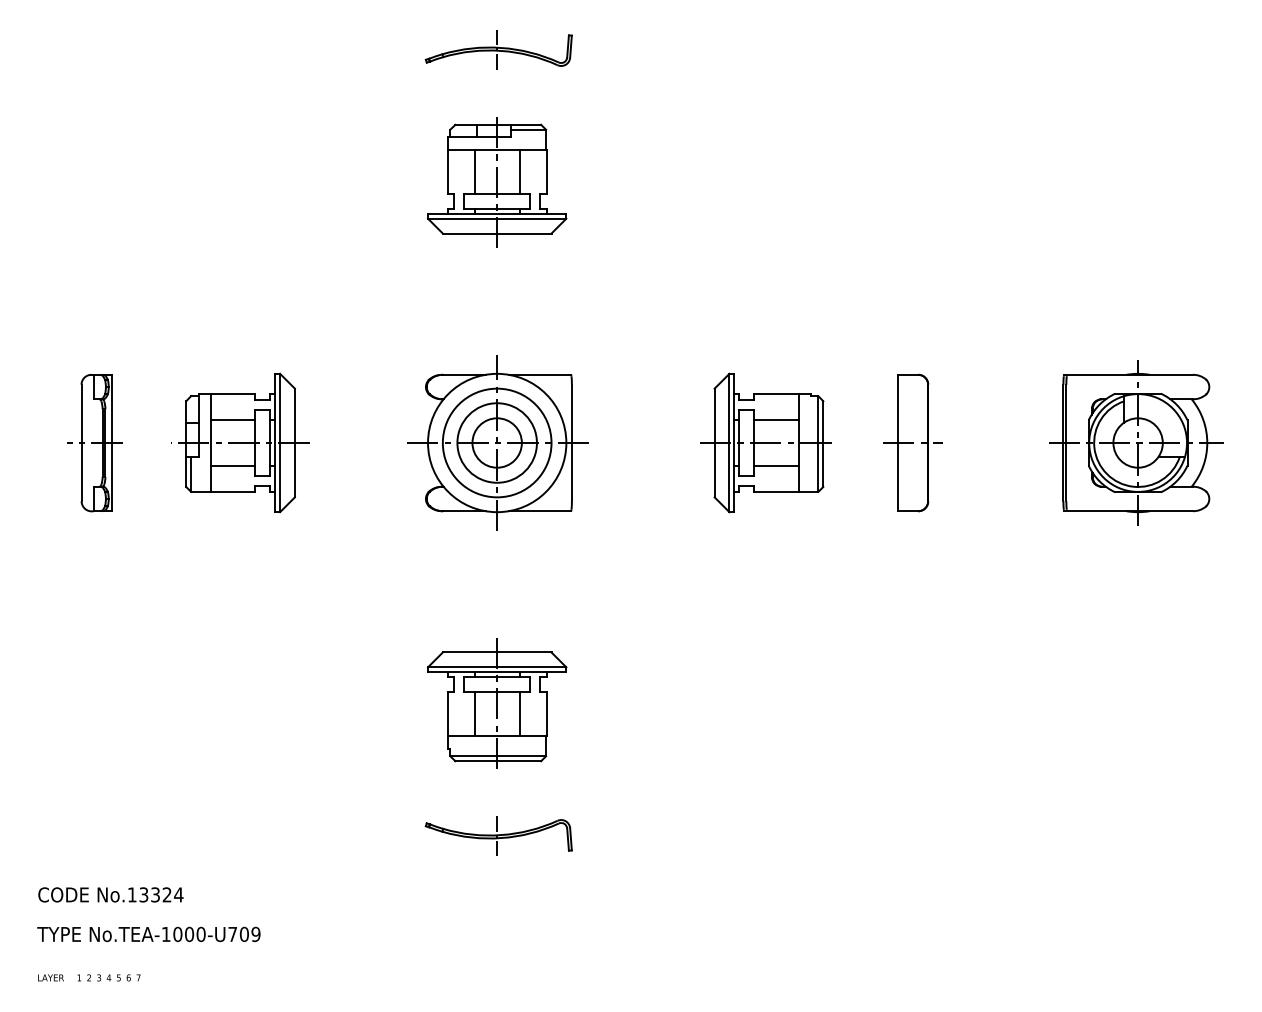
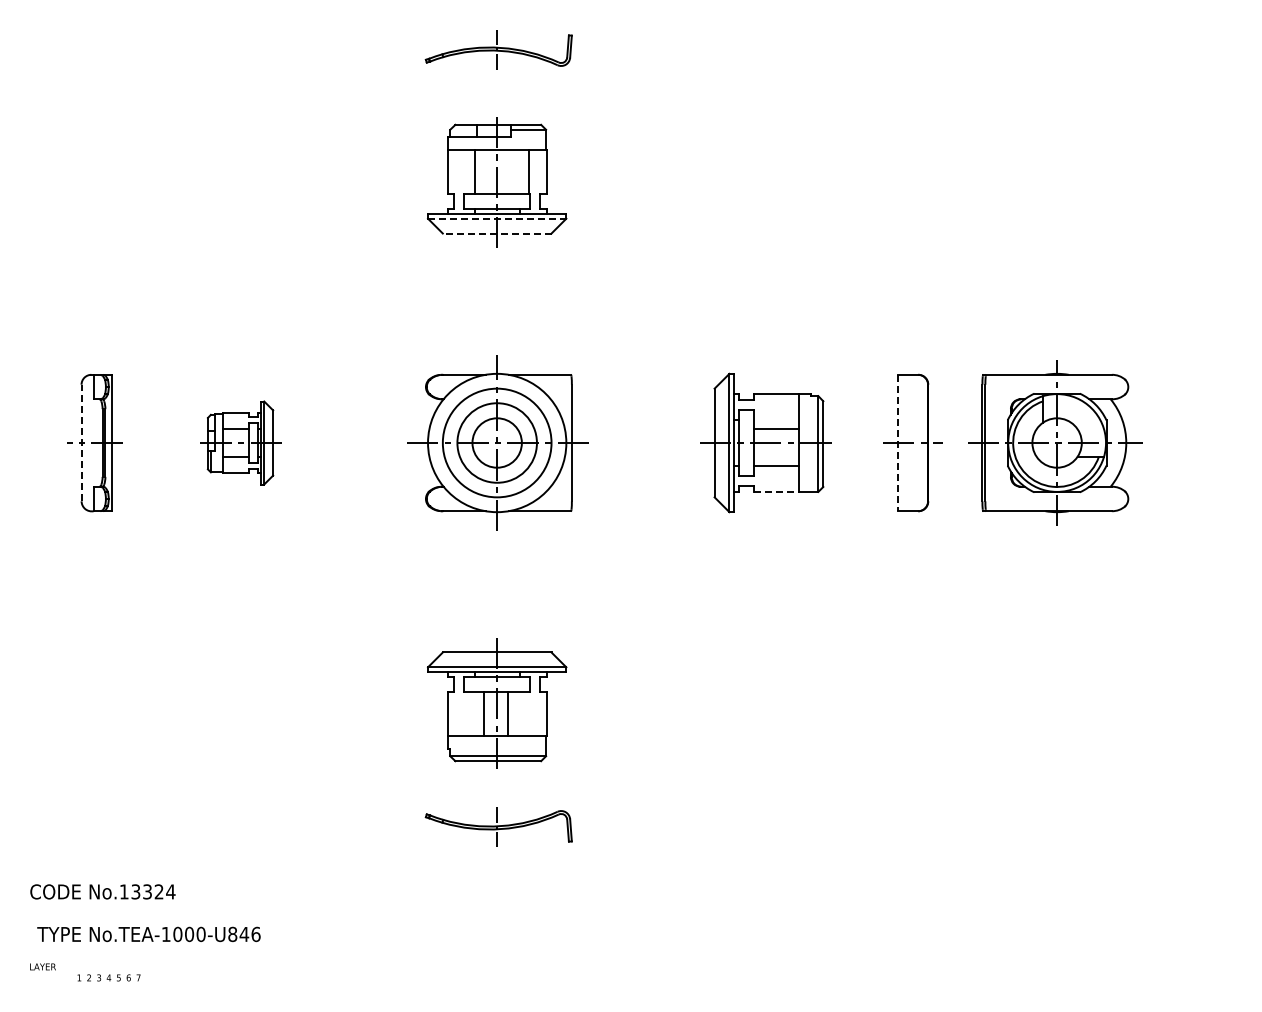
line at (519, 171) position: (519, 171) -> (528, 171)
line at (497, 218): solid -> dashed
line at (496, 233): solid -> dashed
line at (776, 420) position: (776, 420) -> (776, 429)
line at (81, 442): solid -> dashed
part at (240, 442) size: 139x142 px -> 82x86 px
part at (1136, 442) position: (1136, 442) -> (1055, 442)
line at (897, 443): solid -> dashed
line at (776, 492): solid -> dashed
line at (474, 714) position: (474, 714) -> (483, 714)
line at (519, 714) position: (519, 714) -> (507, 714)
part at (498, 835) position: (498, 835) -> (498, 826)
text at (110, 894) position: (110, 894) -> (102, 891)
text at (244, 934): No.TEA-1000-U709 -> No.TEA-1000-U846
text at (50, 977) position: (50, 977) -> (42, 966)
